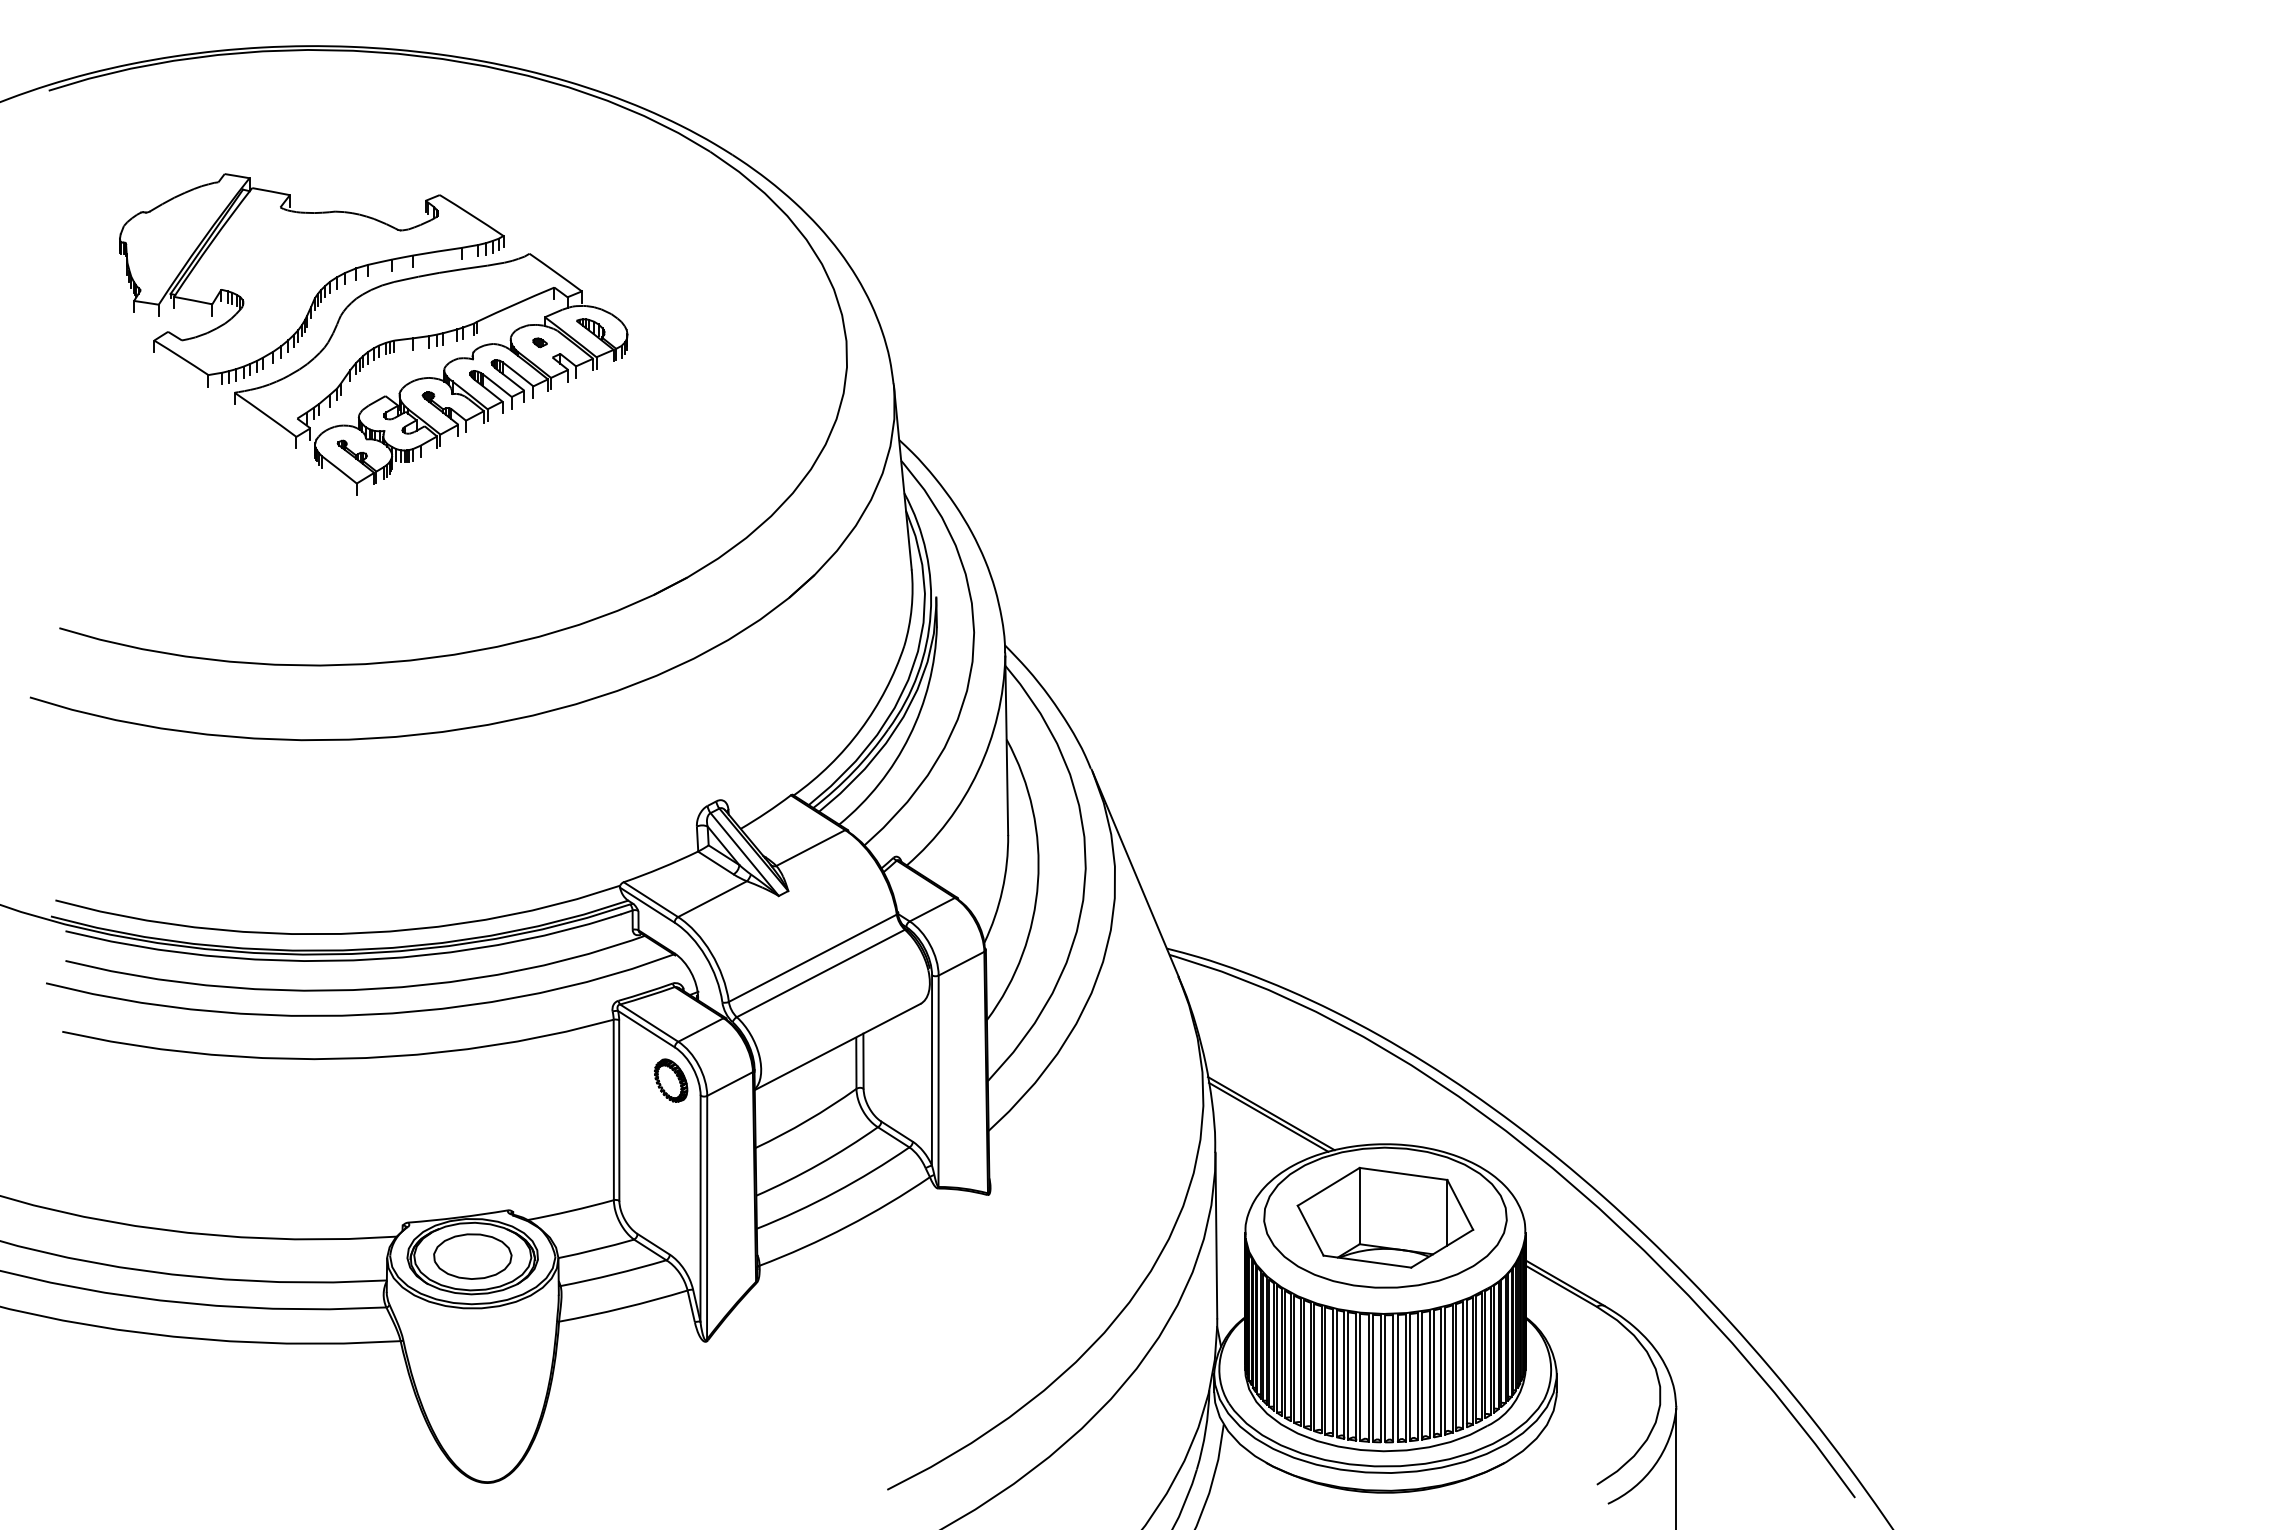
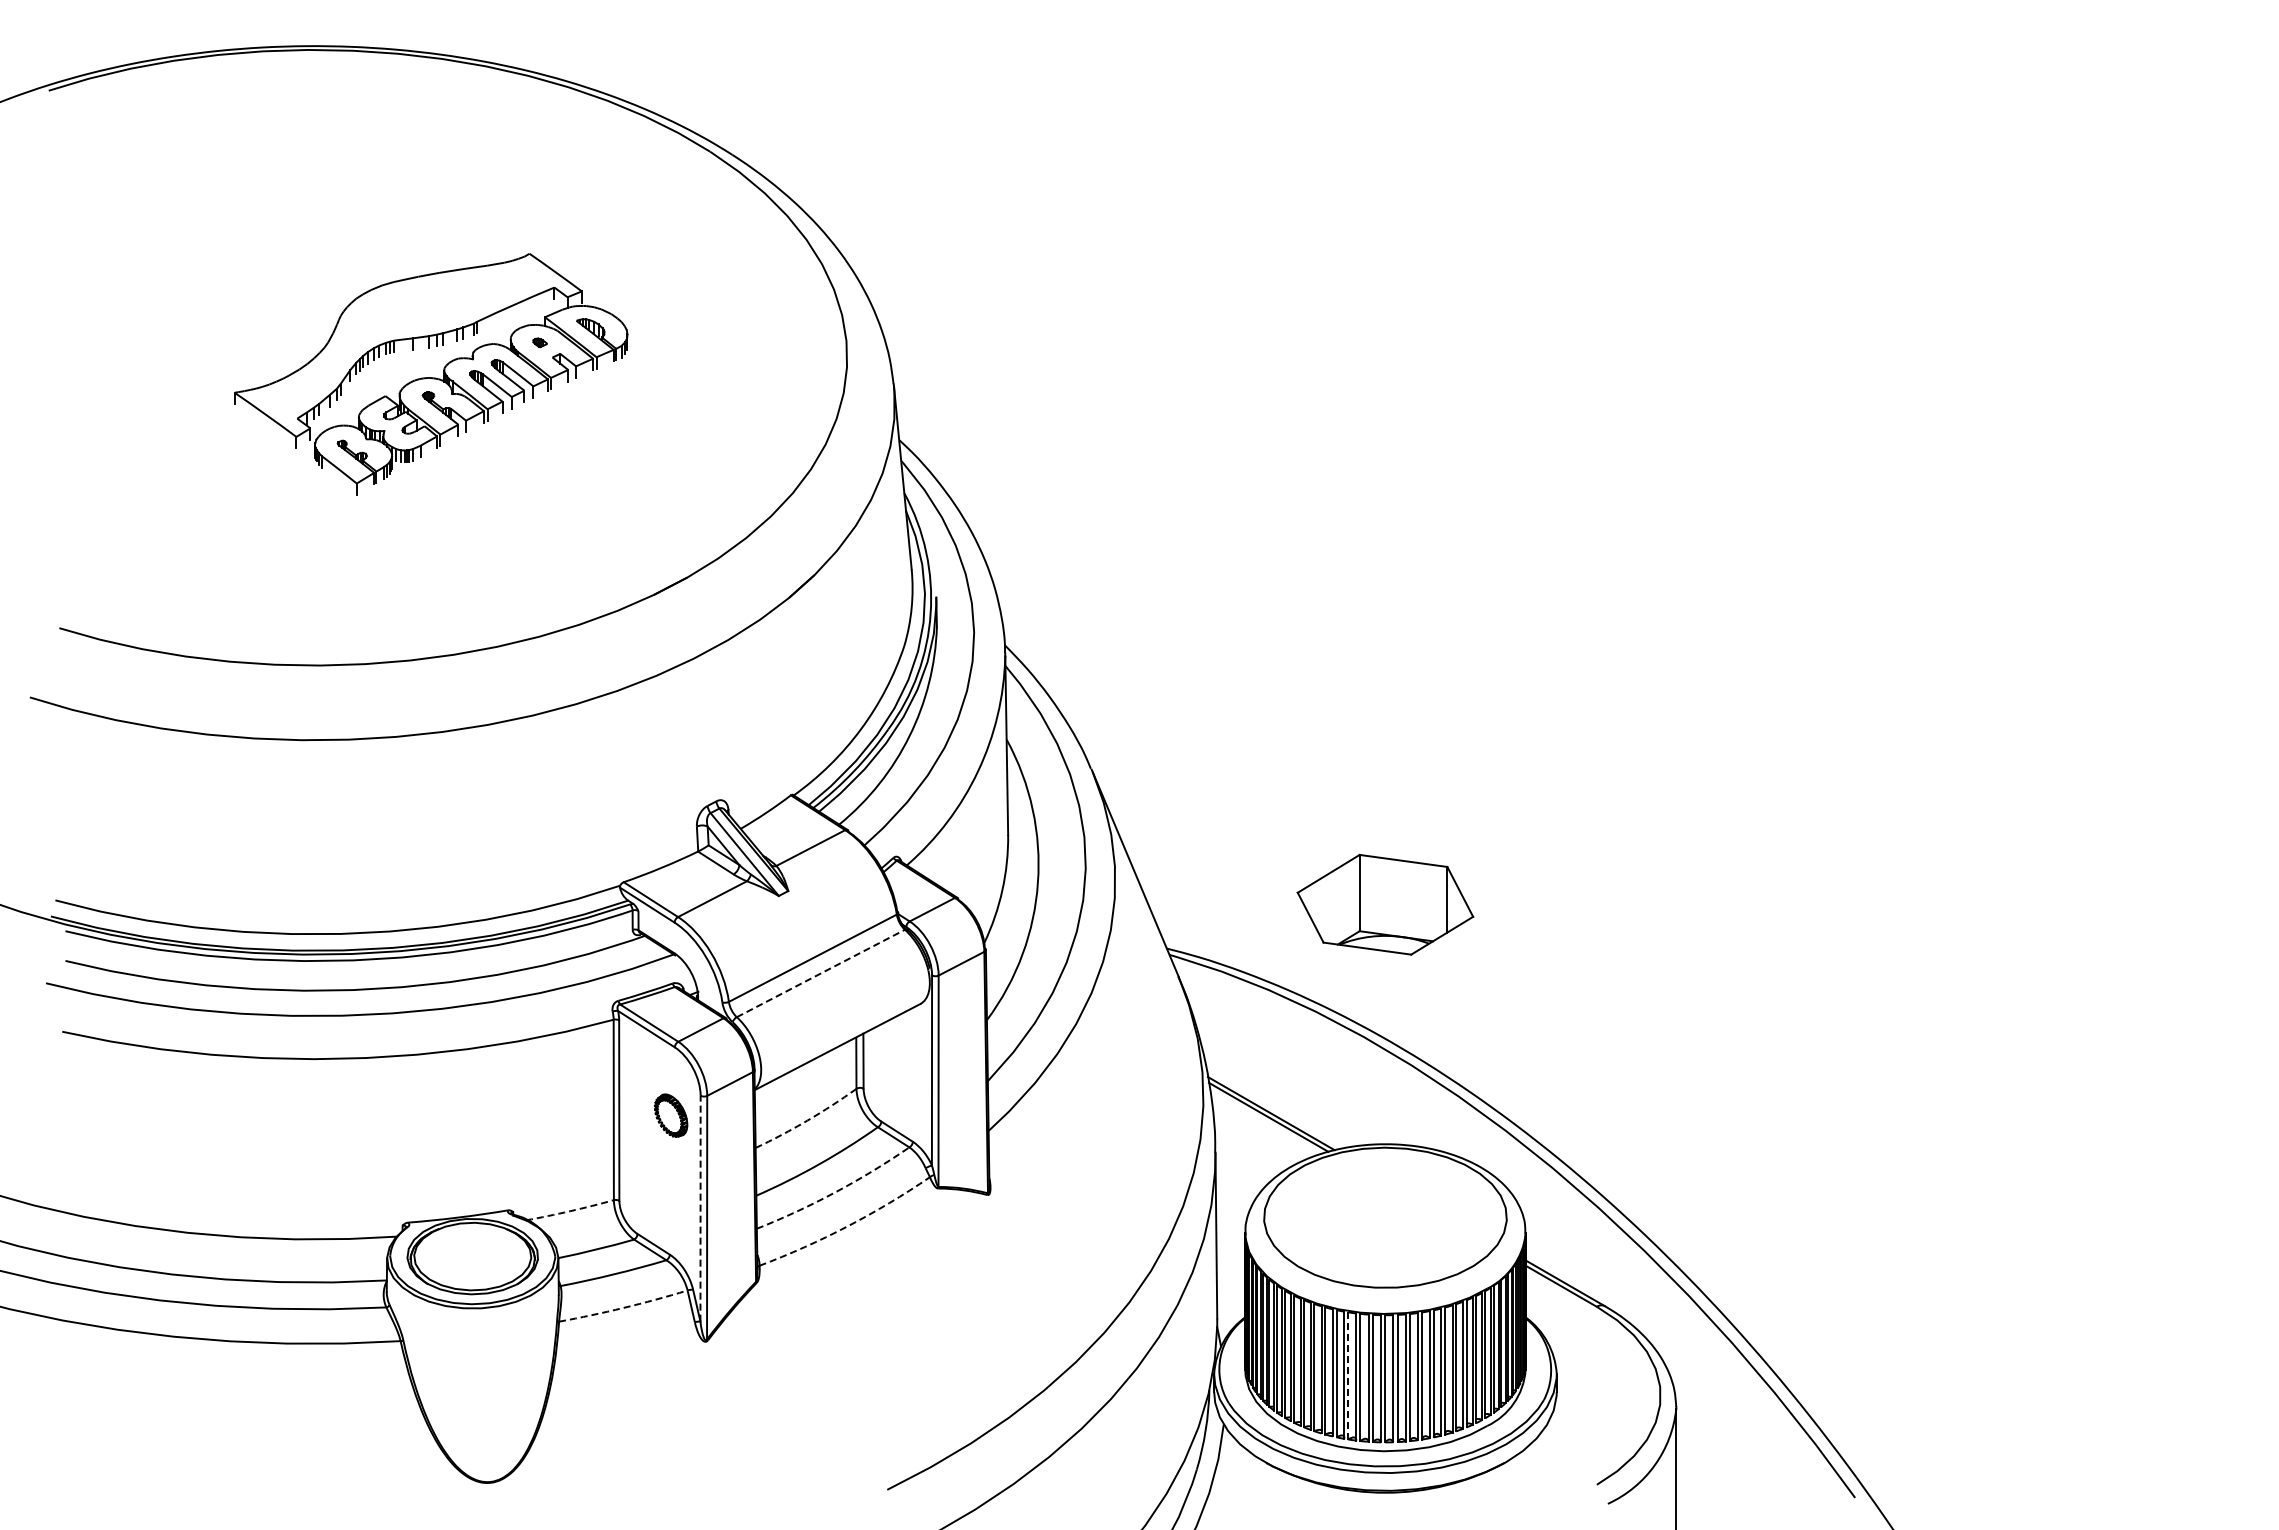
part at (311, 280): present -> none
line at (820, 973): solid -> dashed
part at (671, 1080) position: (671, 1080) -> (671, 1115)
arc at (807, 1120): solid -> dashed
arc at (835, 1192): solid -> dashed
line at (700, 1208): solid -> dashed
arc at (570, 1211): solid -> dashed
part at (1385, 1217) position: (1385, 1217) -> (1385, 904)
arc at (847, 1226): solid -> dashed
part at (472, 1256): present -> none
arc at (623, 1307): solid -> dashed
line at (1348, 1375): solid -> dashed
